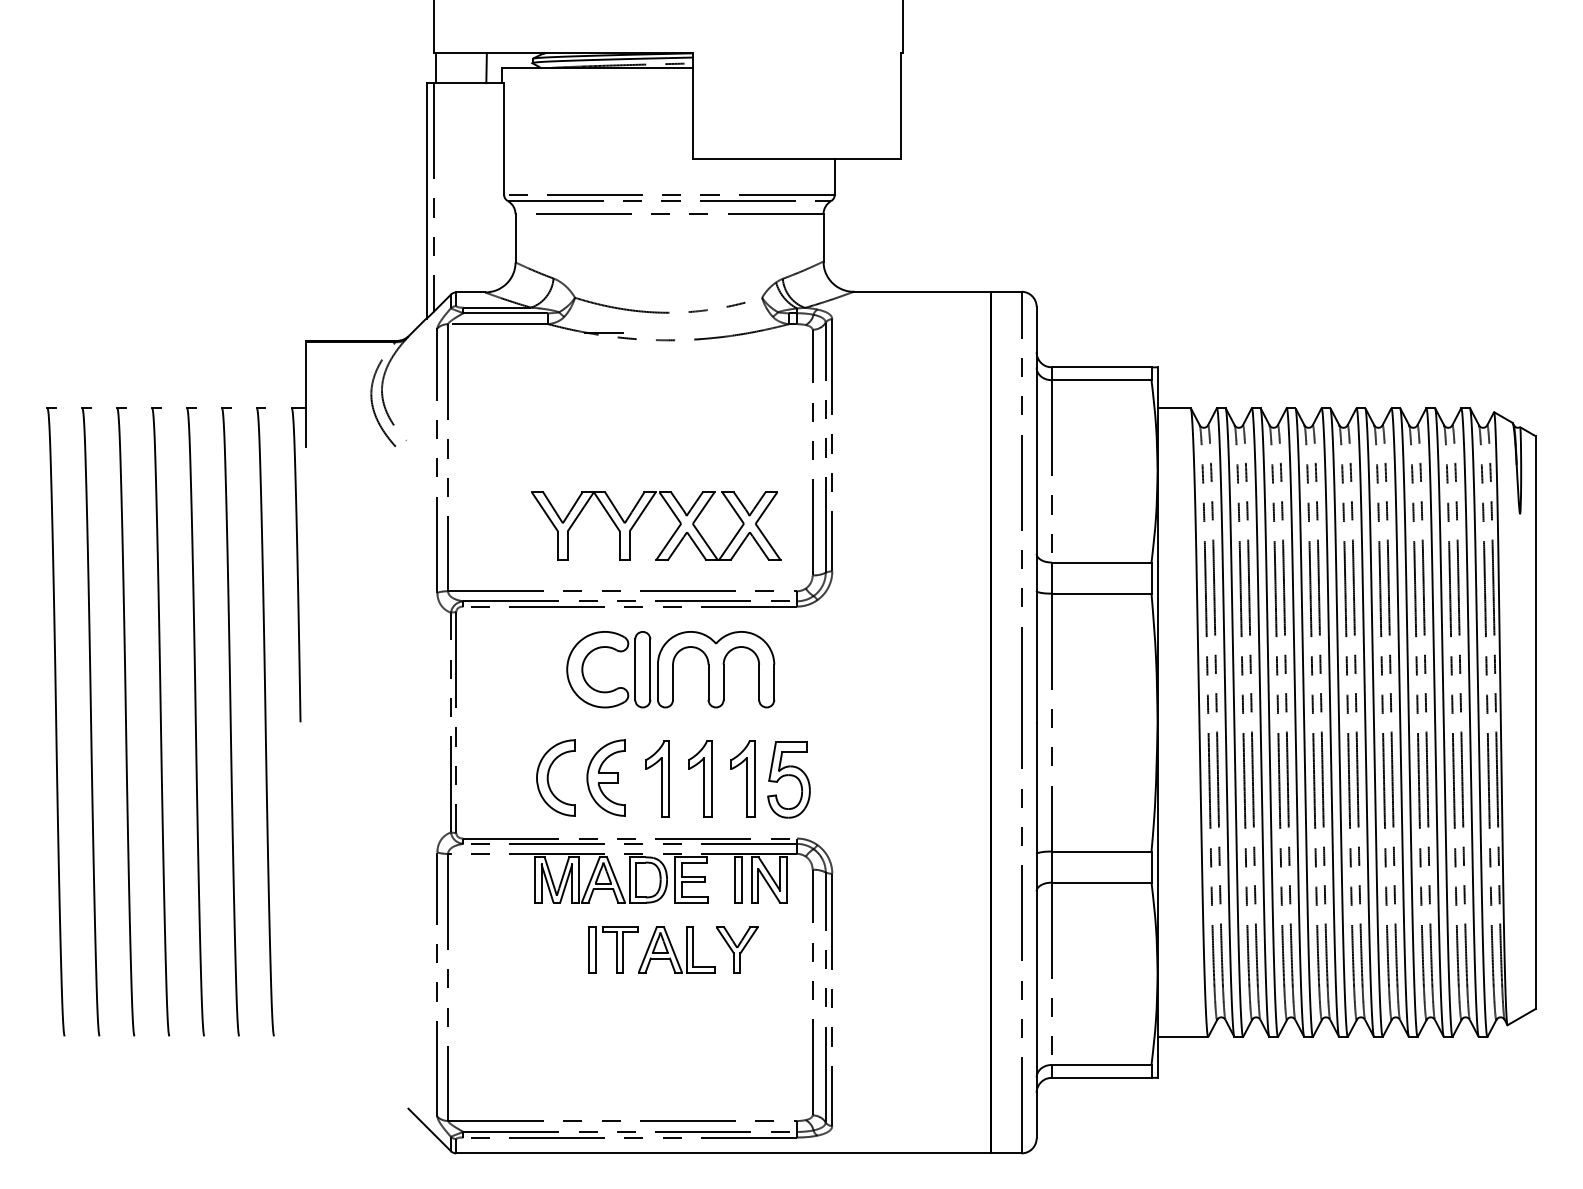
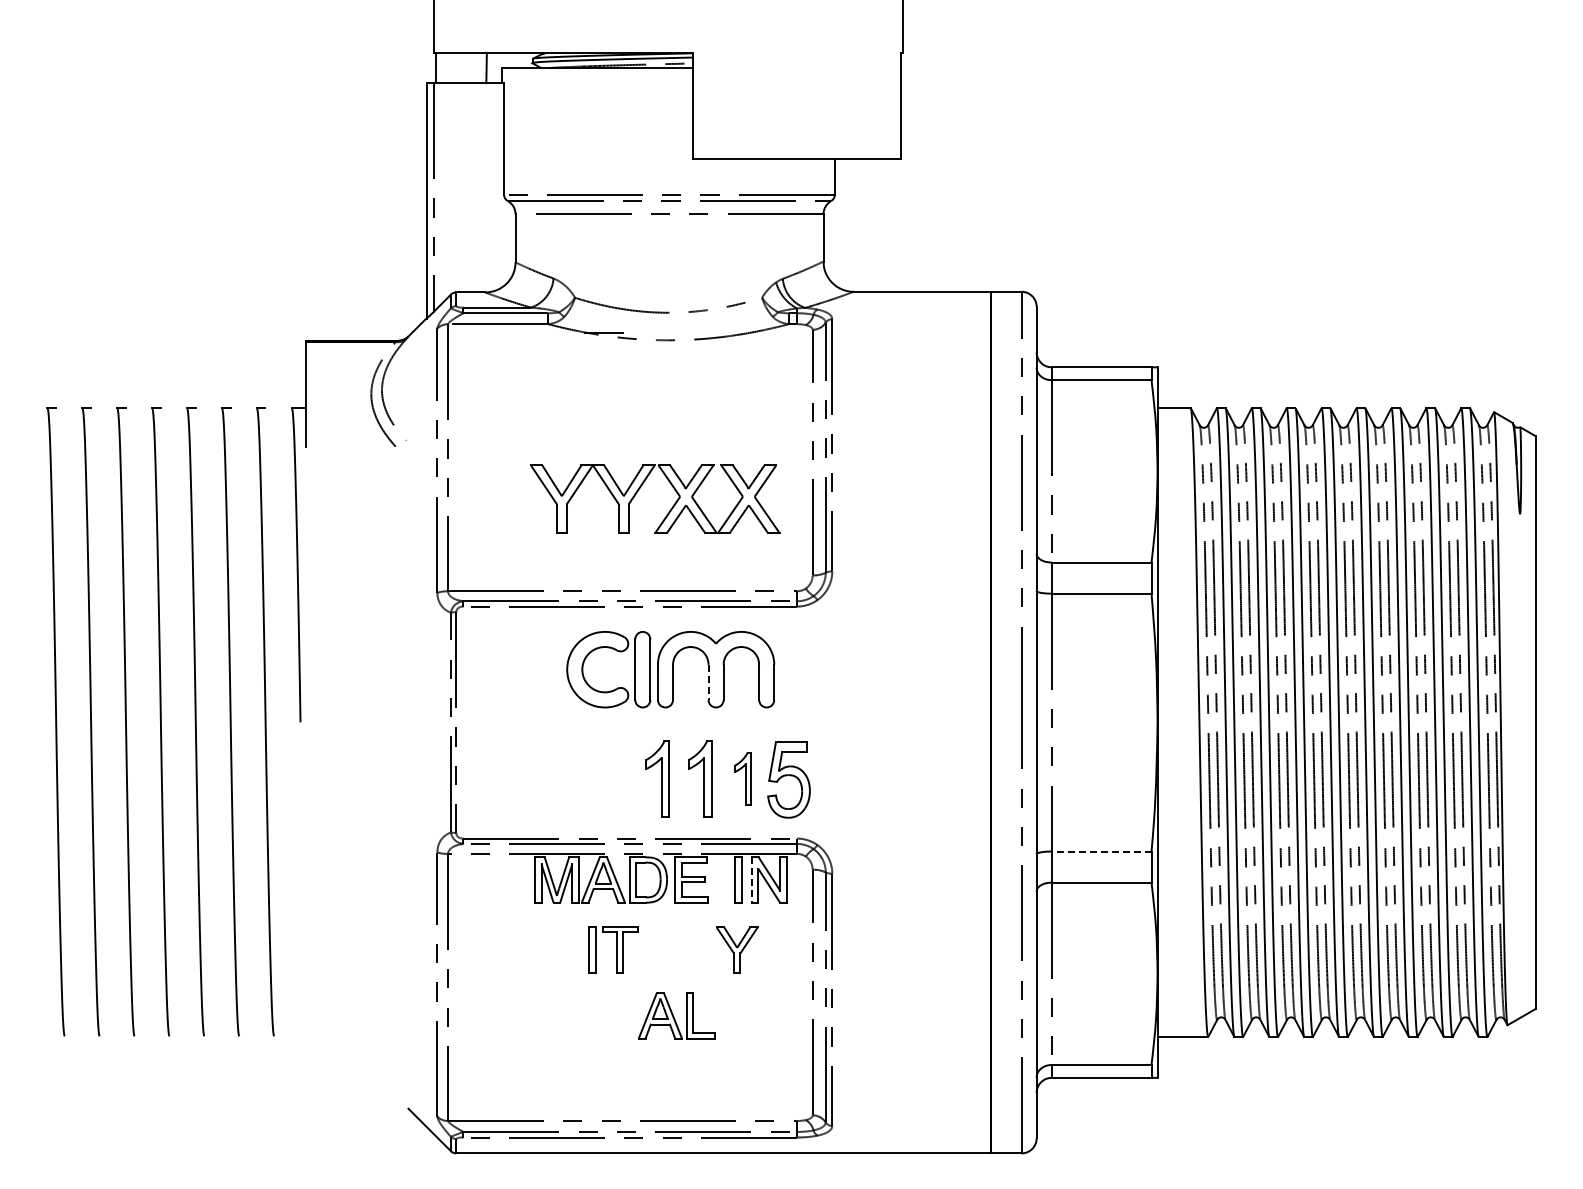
part at (642, 514) position: (642, 514) -> (641, 487)
line at (708, 682): solid -> dashed
part at (548, 777): present -> none
part at (605, 777): present -> none
part at (742, 778) size: 26x78 px -> 18x54 px
line at (1101, 851): solid -> dashed
line at (751, 880): solid -> dashed
part at (676, 949) position: (676, 949) -> (676, 1015)
